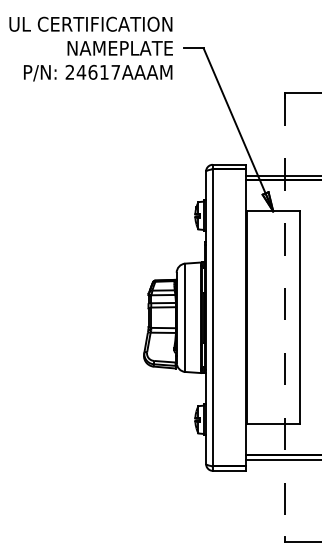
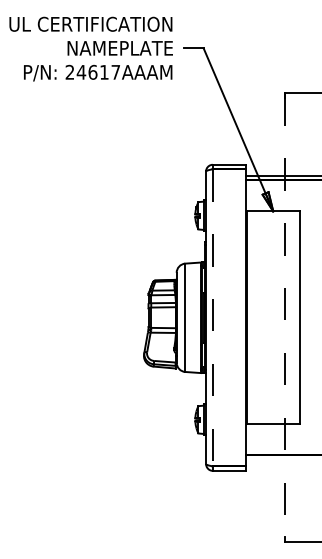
line at (212, 317): solid -> dashed
line at (282, 459): present -> none
